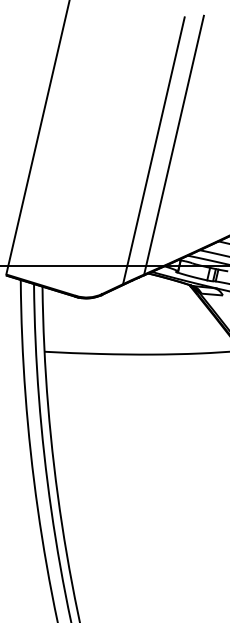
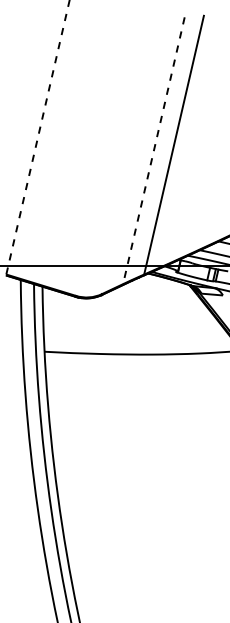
line at (38, 137): solid -> dashed
line at (153, 150): solid -> dashed
